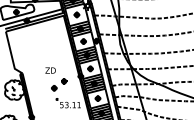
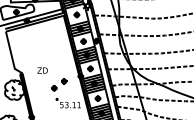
text at (50, 70) position: (50, 70) -> (42, 70)
